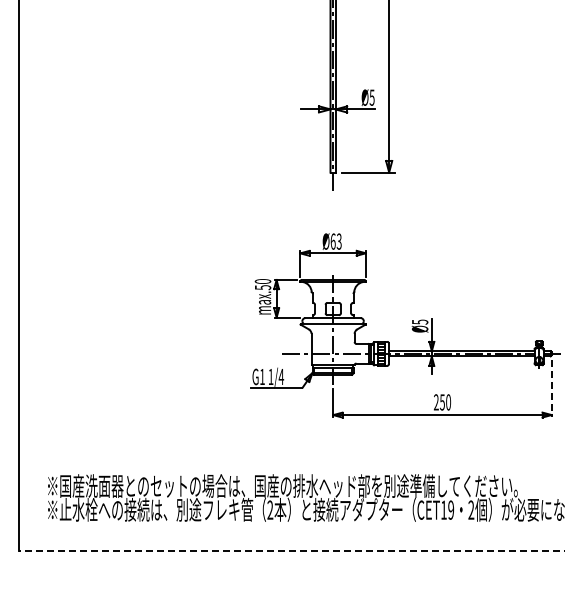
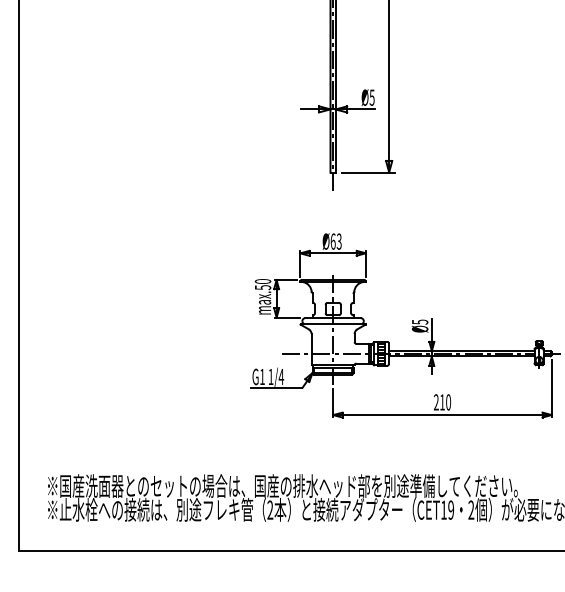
line at (551, 388): dashed -> solid
text at (441, 402): 250 -> 210
line at (291, 550): dashed -> solid
